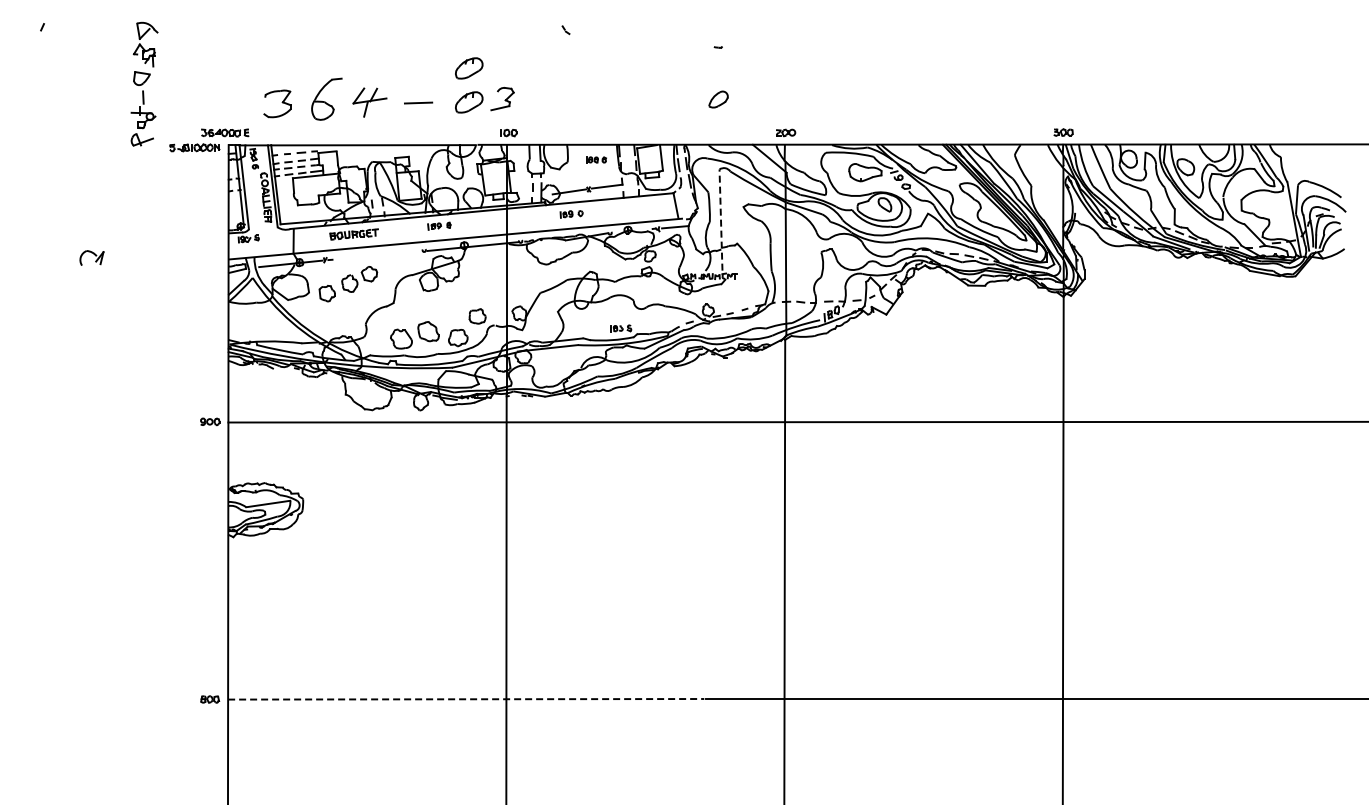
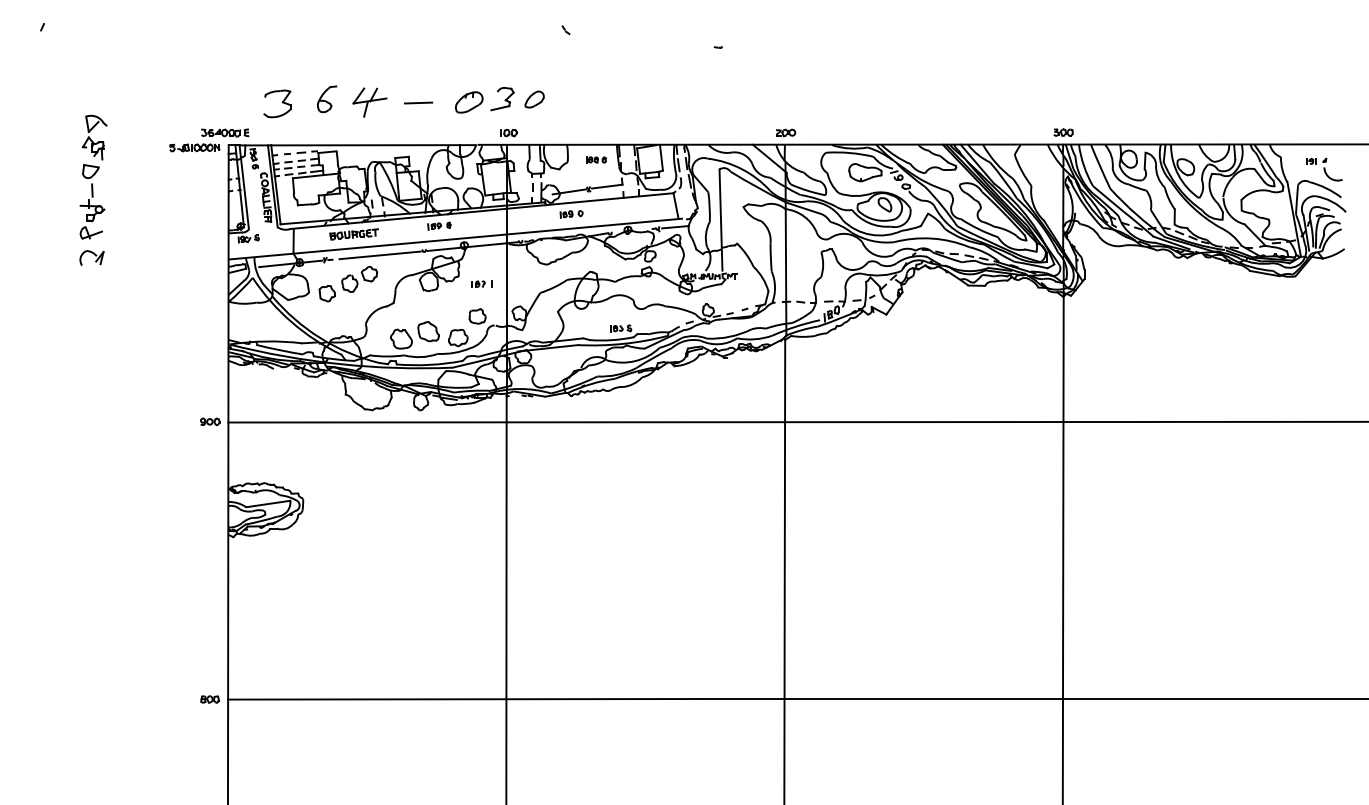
part at (469, 68): present -> none
part at (144, 83) position: (144, 83) -> (93, 176)
part at (326, 98) size: 32x44 px -> 21x29 px
part at (718, 99) position: (718, 99) -> (534, 99)
part at (1324, 169): none -> present
line at (721, 220): dashed -> solid
line at (379, 255): none -> present
part at (481, 283): none -> present
line at (466, 699): dashed -> solid
